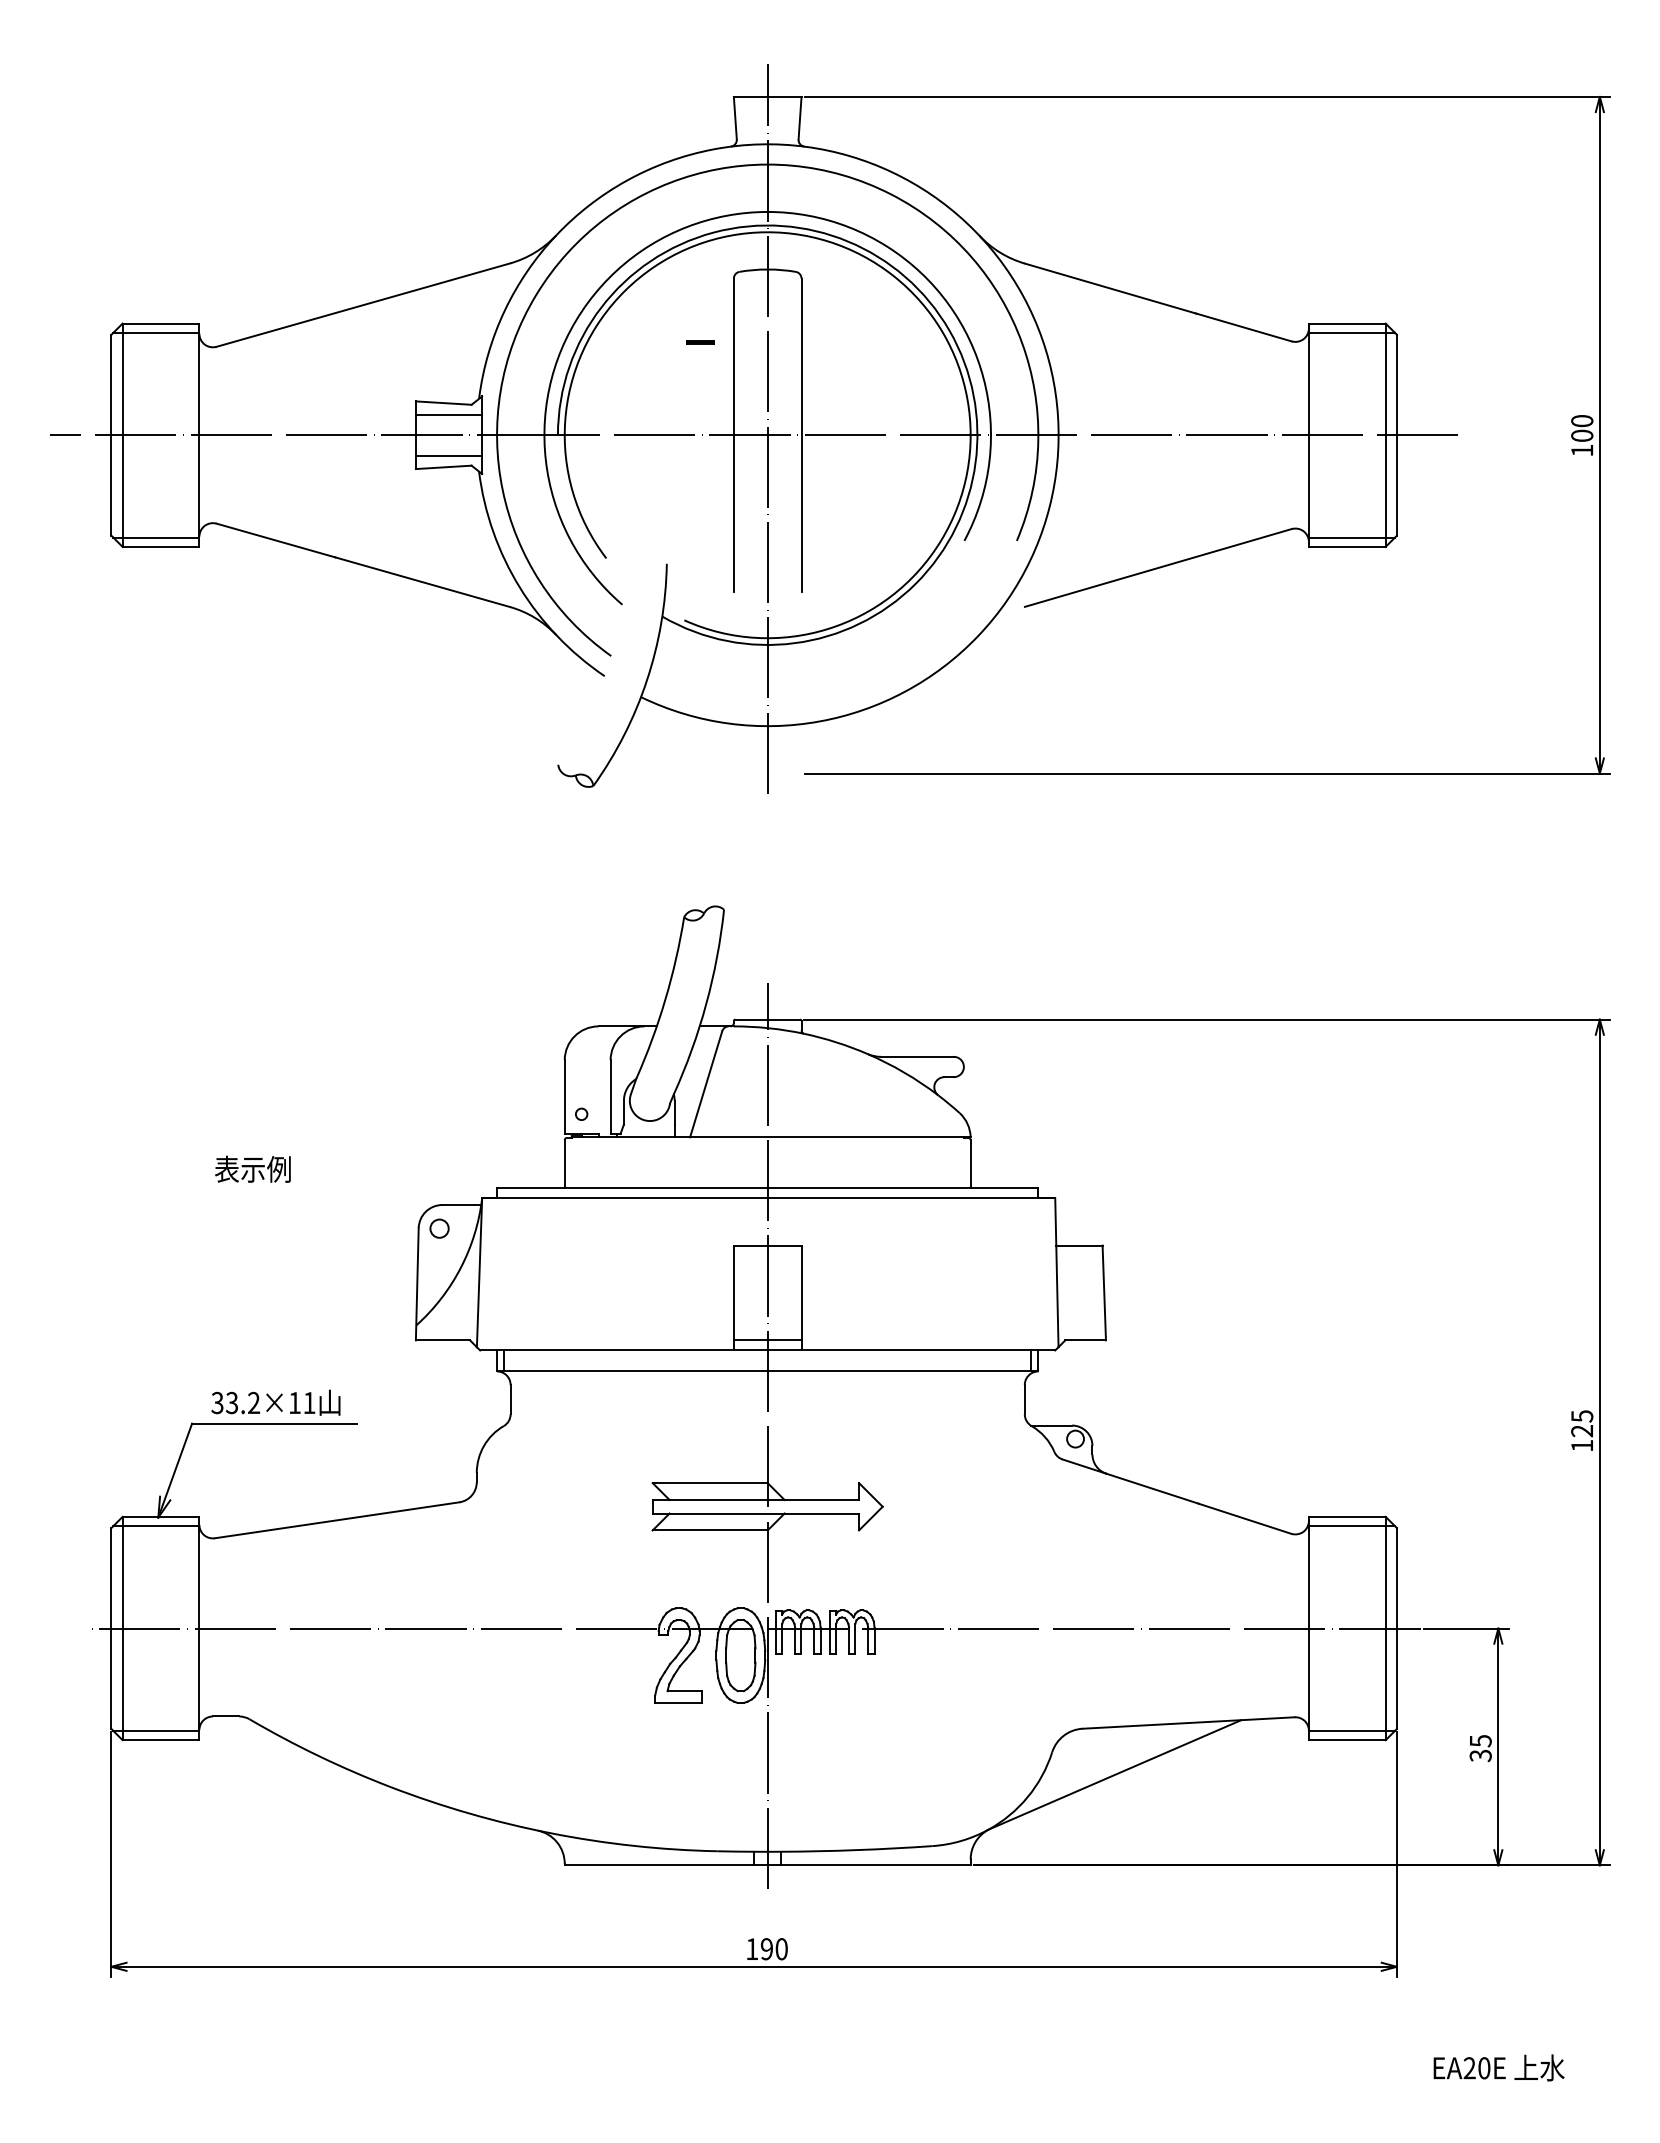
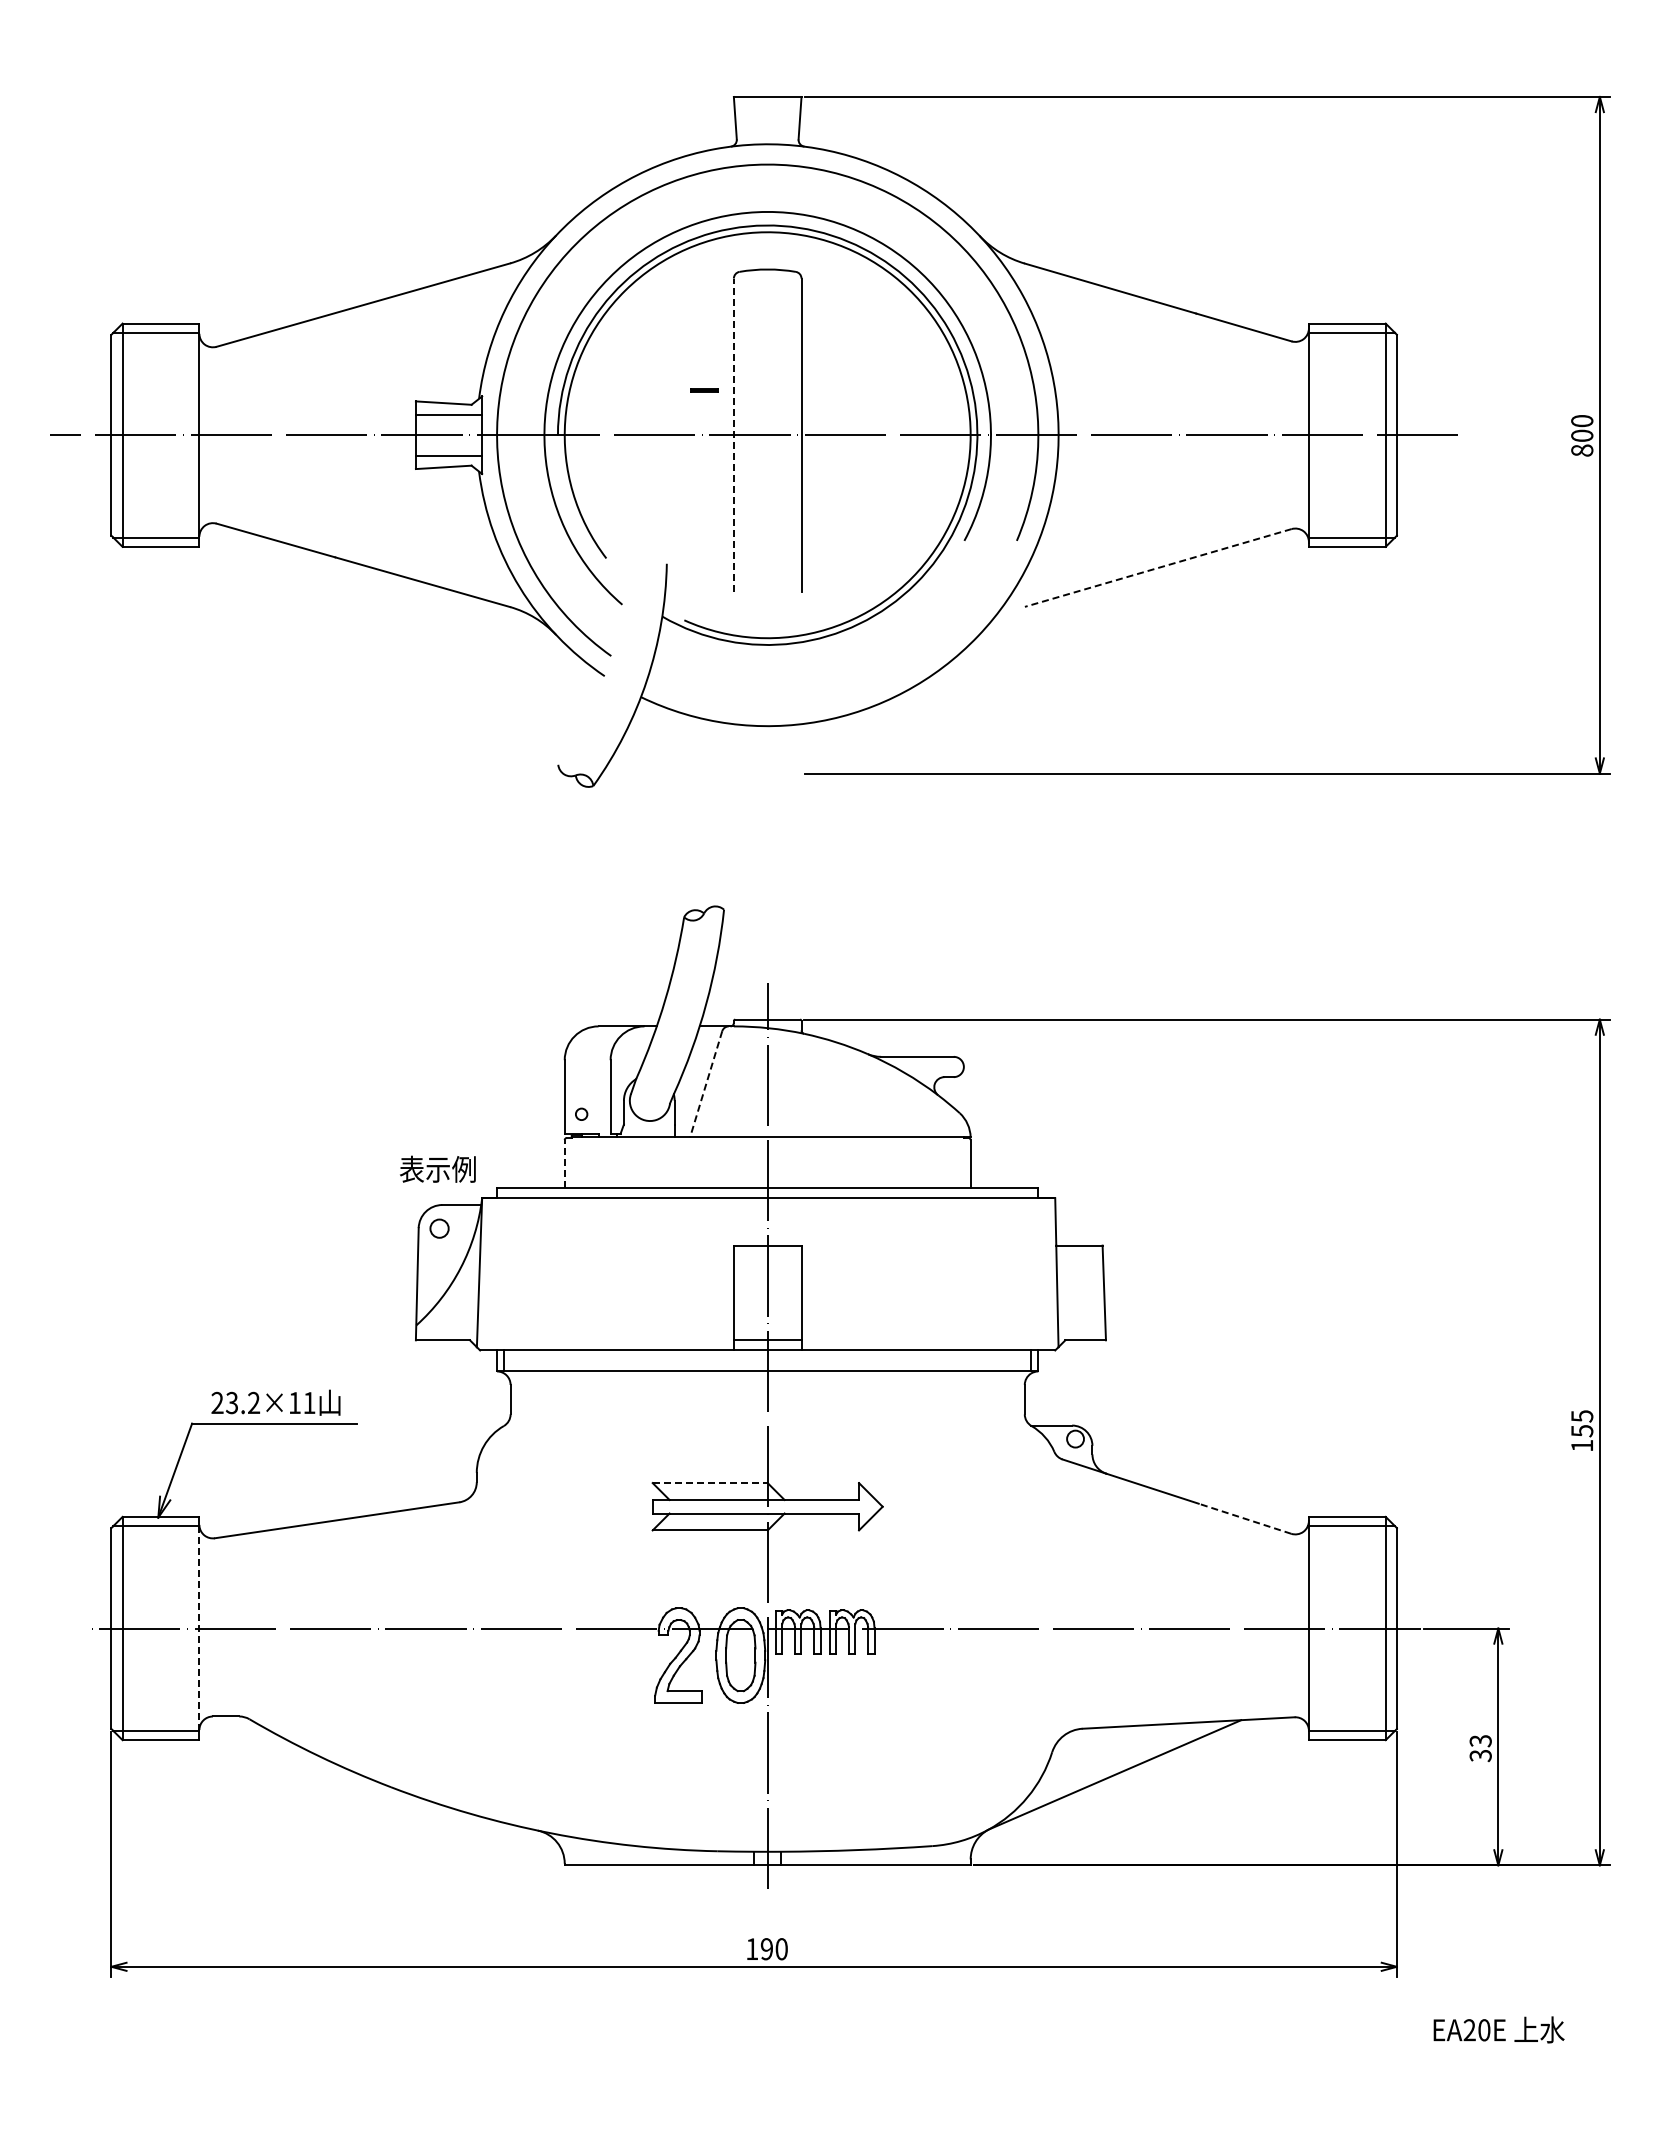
line at (700, 342) position: (700, 342) -> (704, 390)
line at (767, 428): present -> none
line at (733, 435): solid -> dashed
text at (1582, 450): 100 -> 800
line at (1158, 567): solid -> dashed
line at (706, 1084): solid -> dashed
line at (564, 1163): solid -> dashed
text at (252, 1168) position: (252, 1168) -> (437, 1168)
text at (217, 1403): 33.2×11 -> 23.2×11
text at (1582, 1431): 125 -> 155
line at (710, 1483): solid -> dashed
line at (1244, 1518): solid -> dashed
line at (199, 1628): solid -> dashed
text at (1480, 1741): 35 -> 33
text at (1498, 2067) position: (1498, 2067) -> (1498, 2029)
